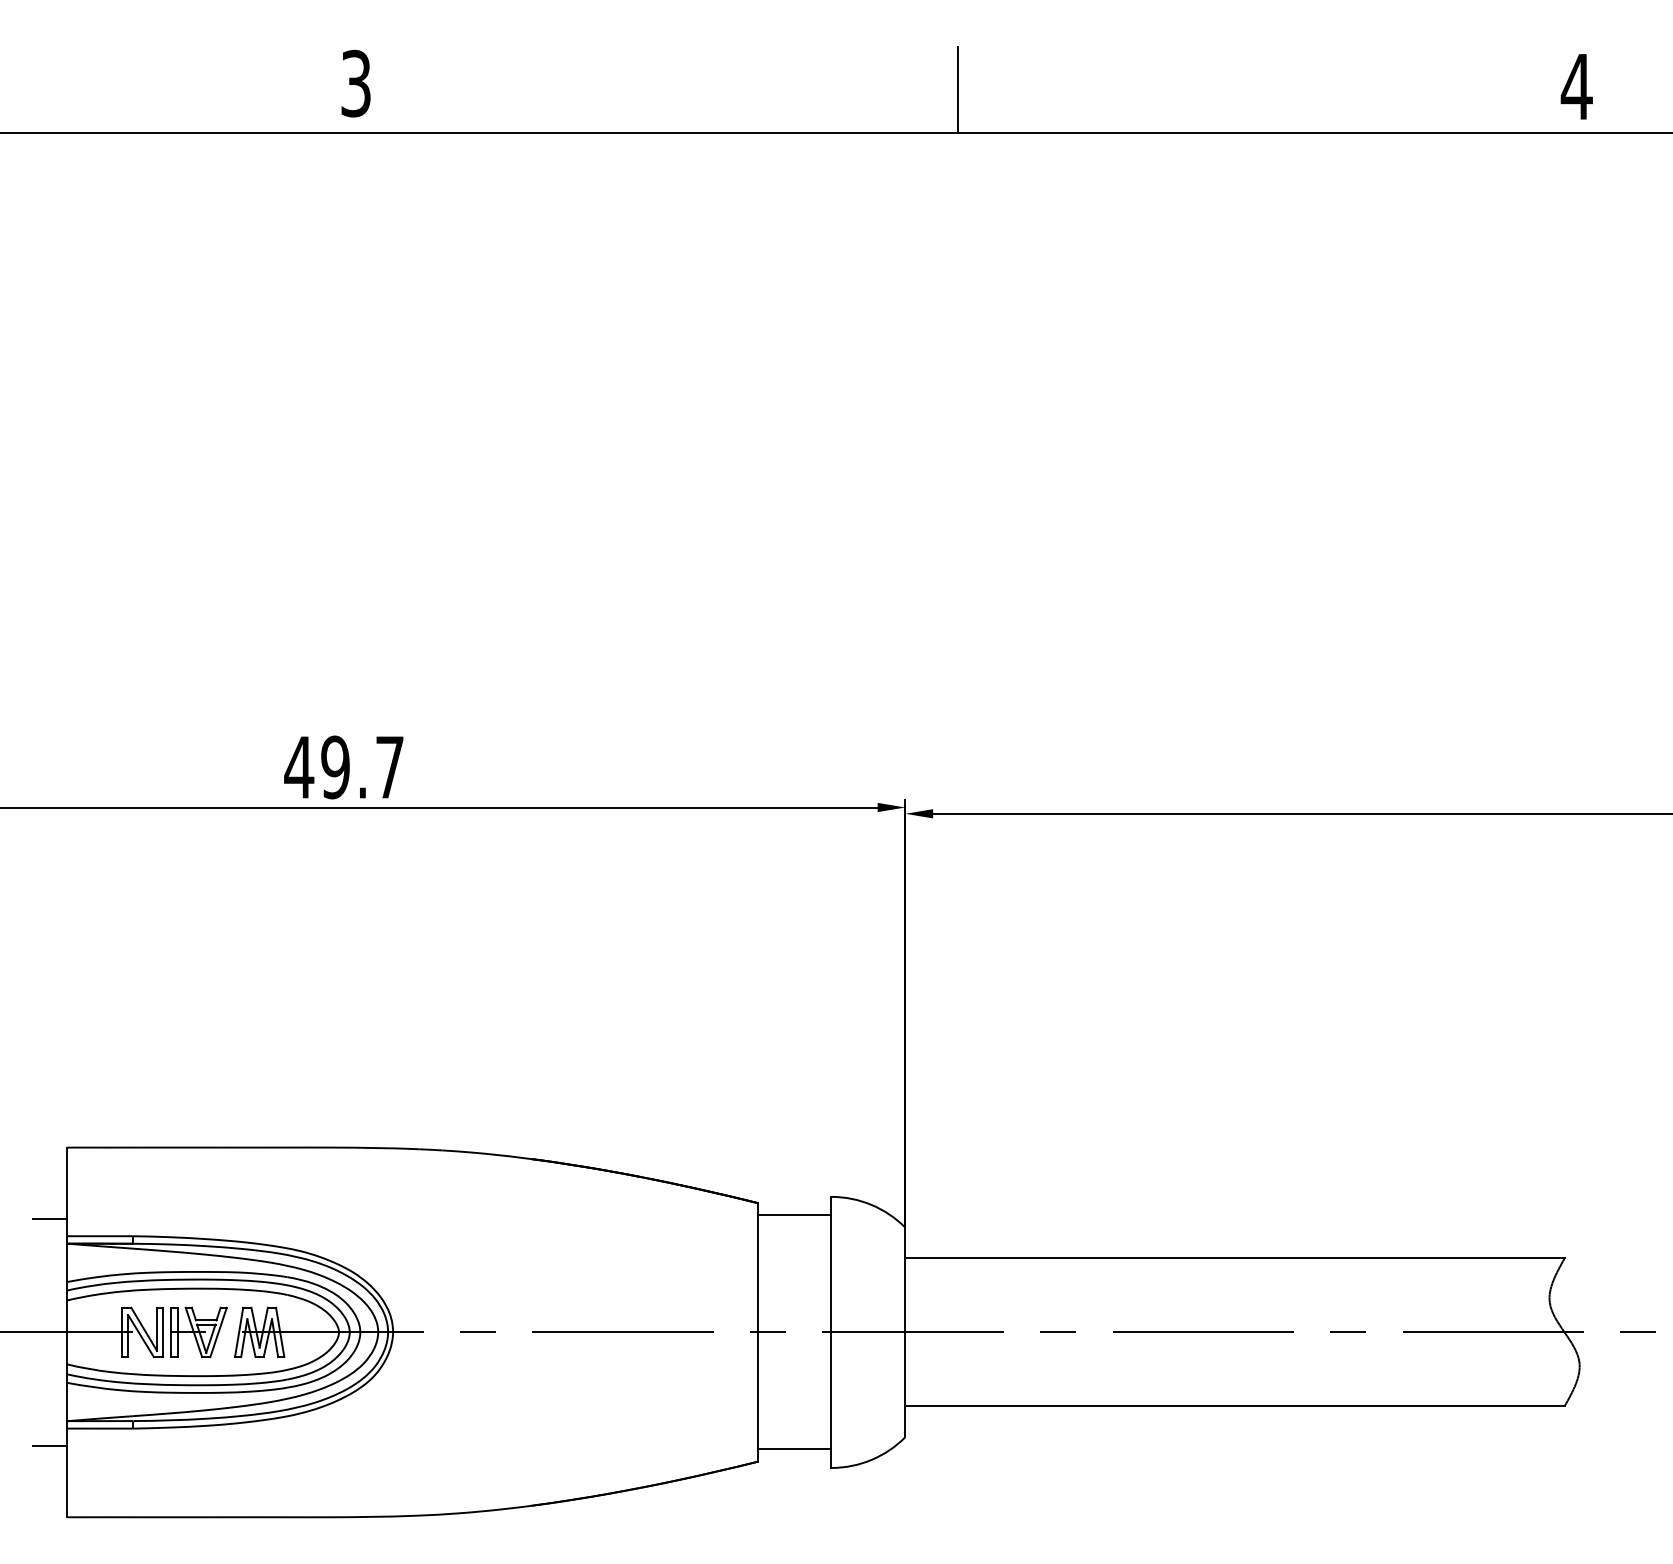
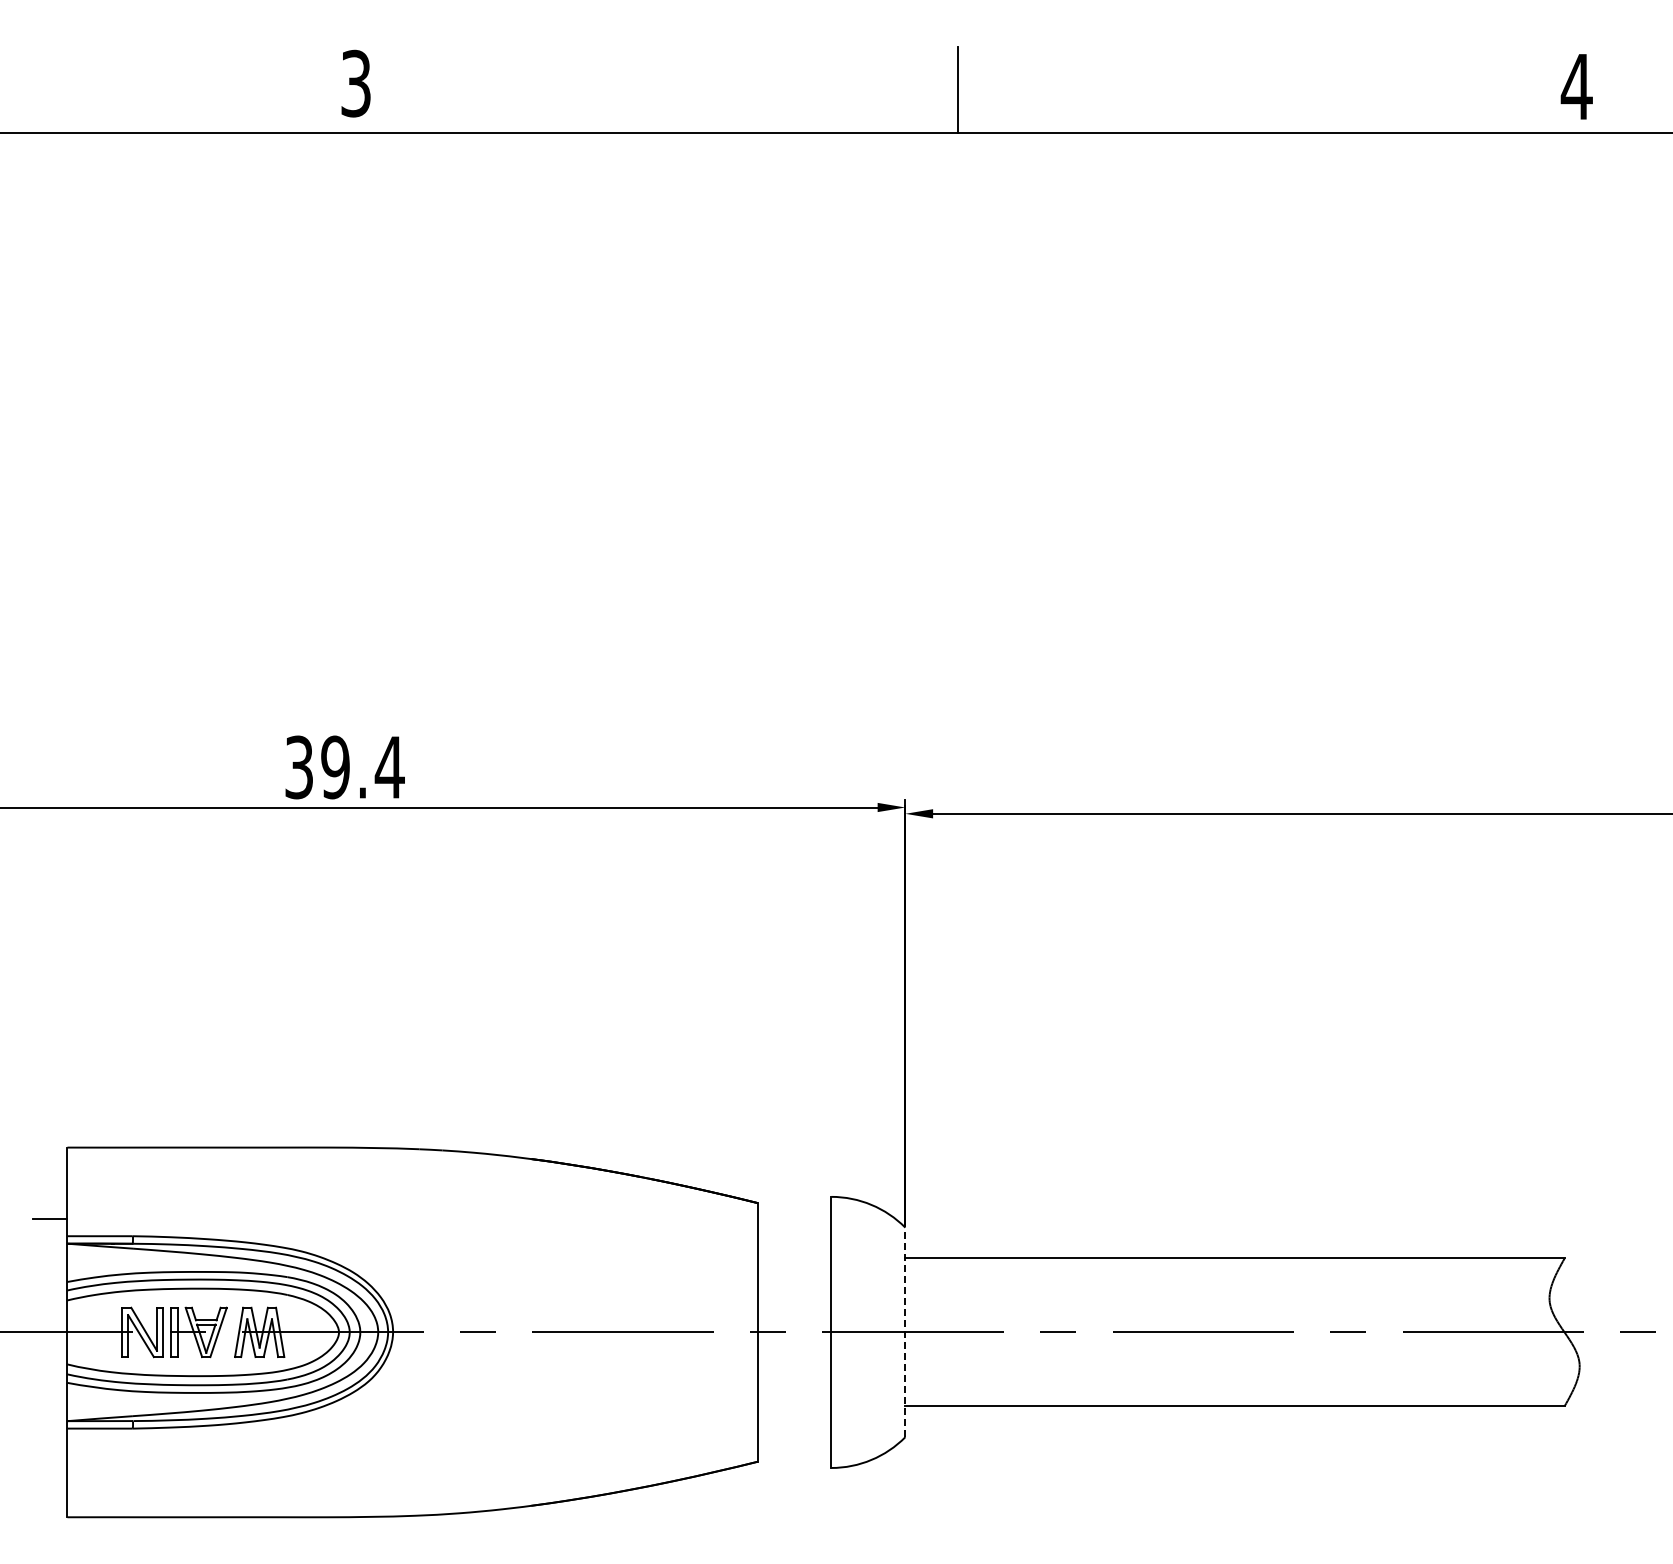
text at (344, 767): 49.7 -> 39.4
line at (794, 1215): present -> none
line at (905, 1332): solid -> dashed
line at (49, 1445): present -> none
line at (794, 1449): present -> none
